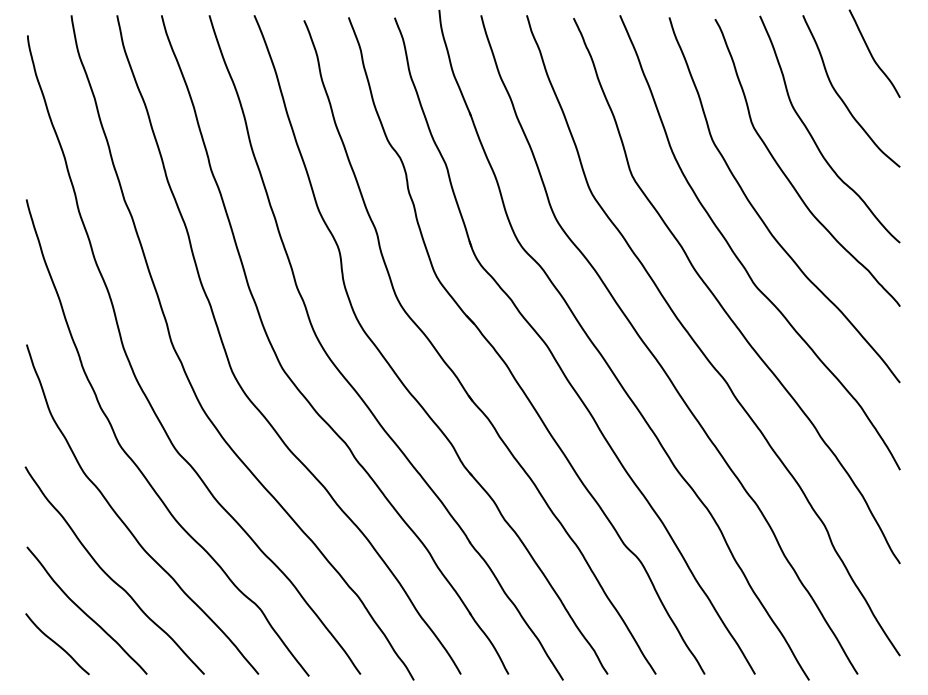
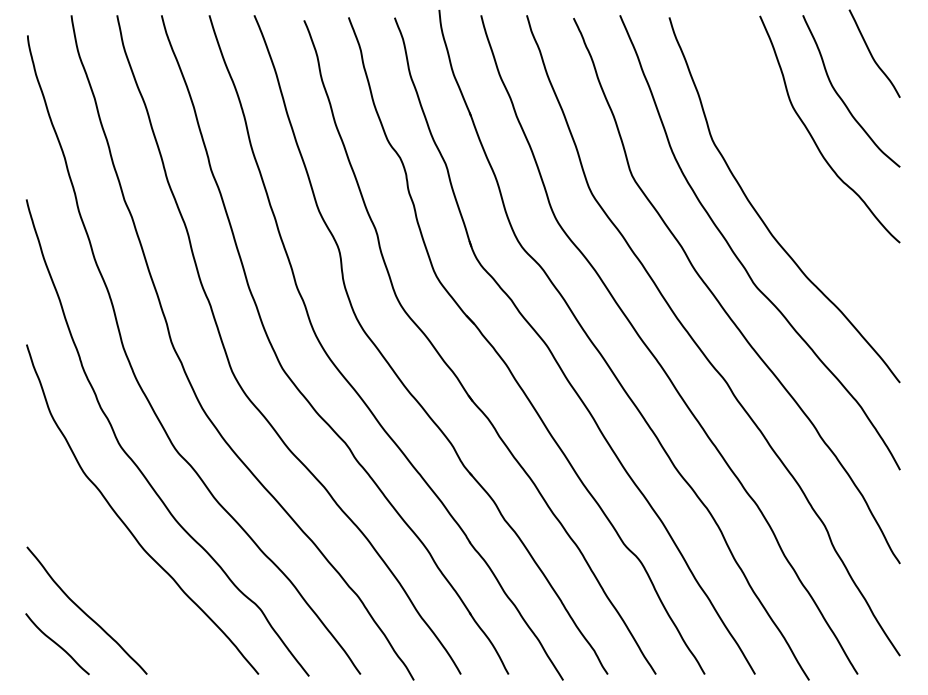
curve at (787, 176): present -> none
curve at (109, 575): present -> none
